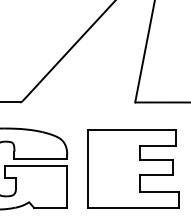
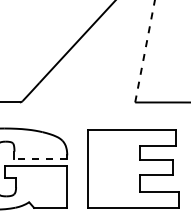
line at (145, 51): solid -> dashed
line at (40, 158): solid -> dashed
